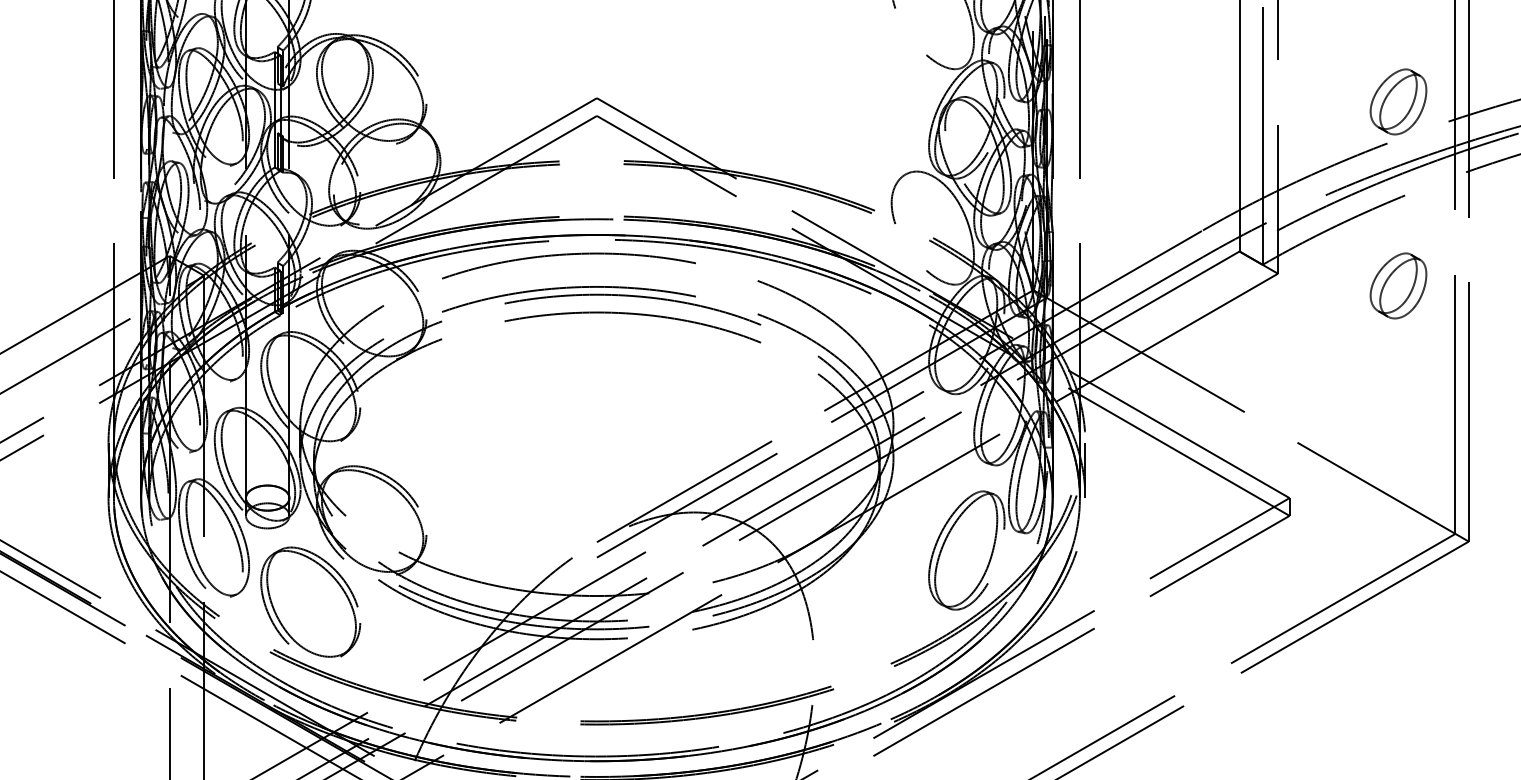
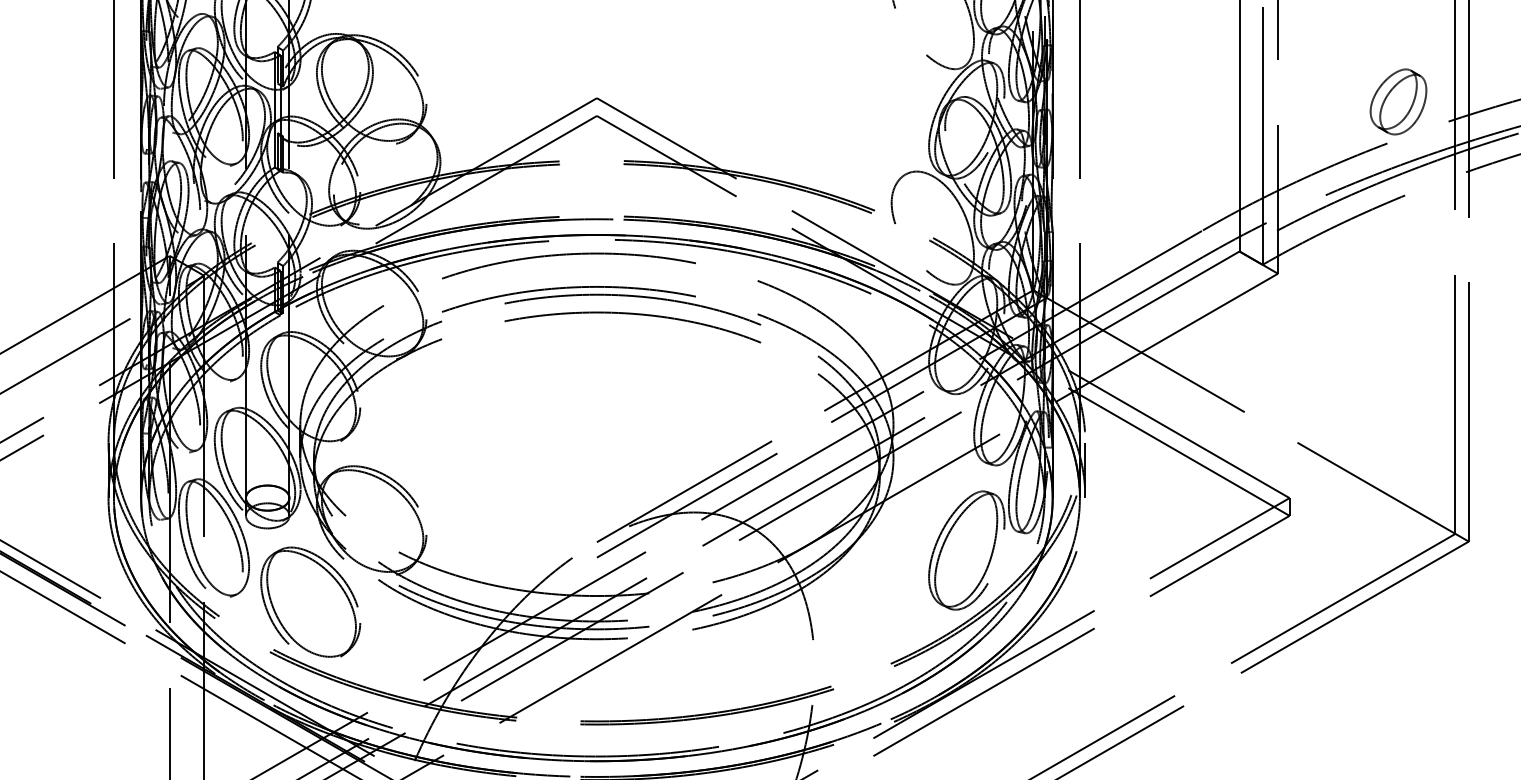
part at (1398, 285): present -> none
